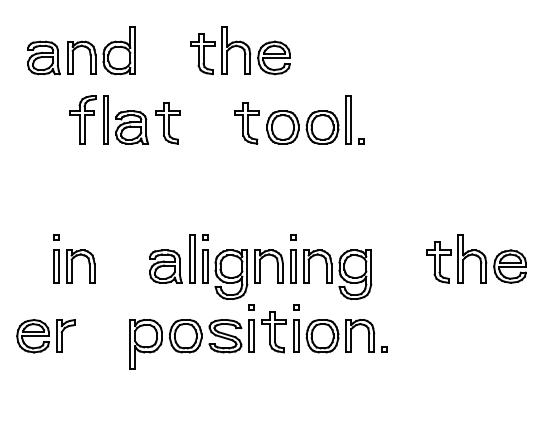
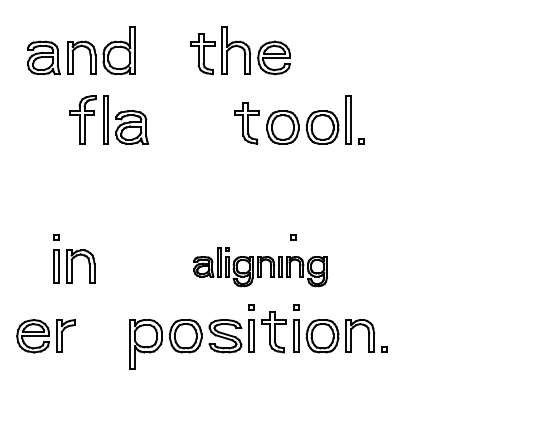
part at (167, 123): present -> none
part at (476, 258): present -> none
part at (260, 266) size: 224x66 px -> 136x41 px
